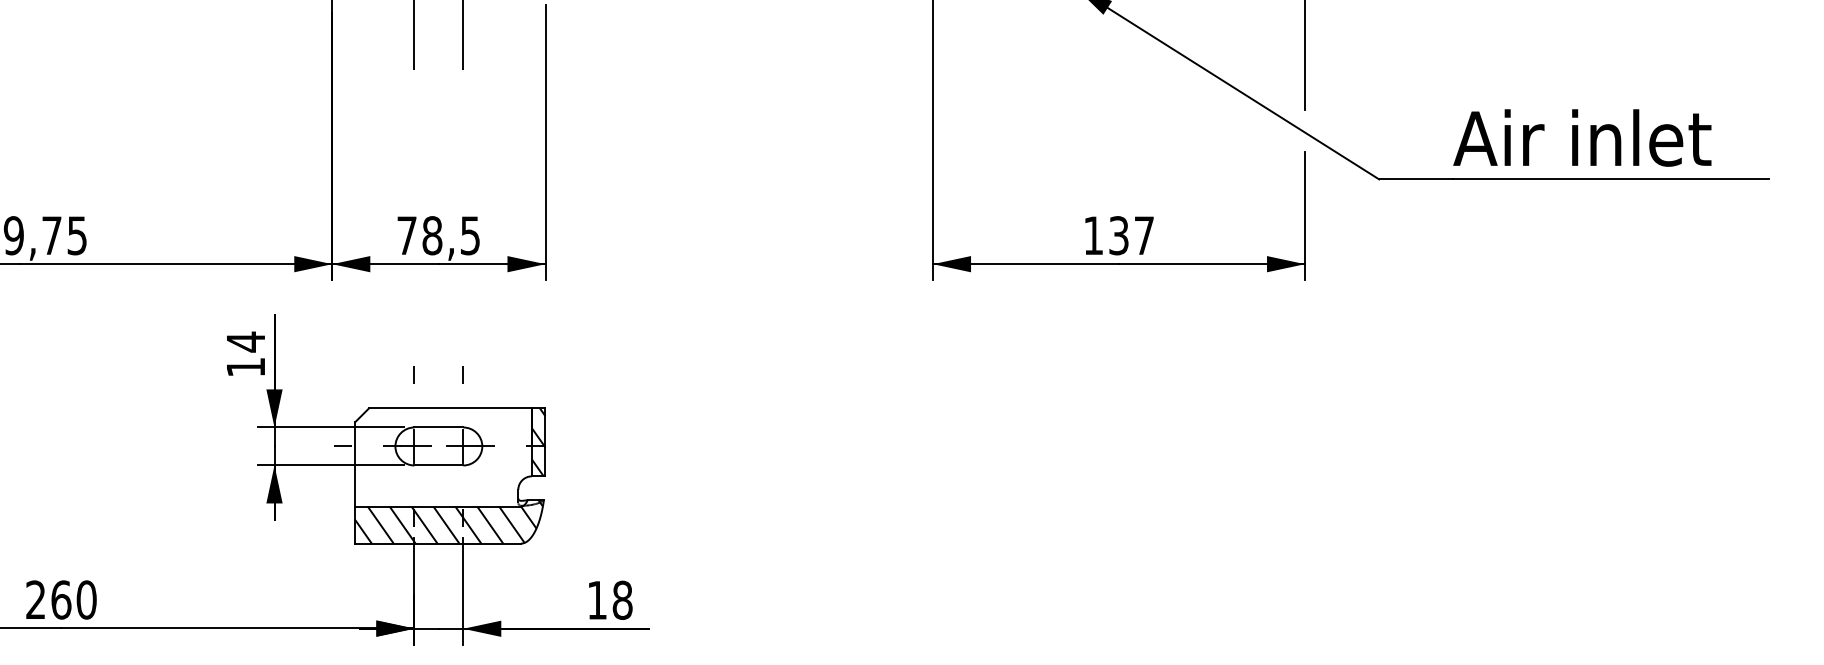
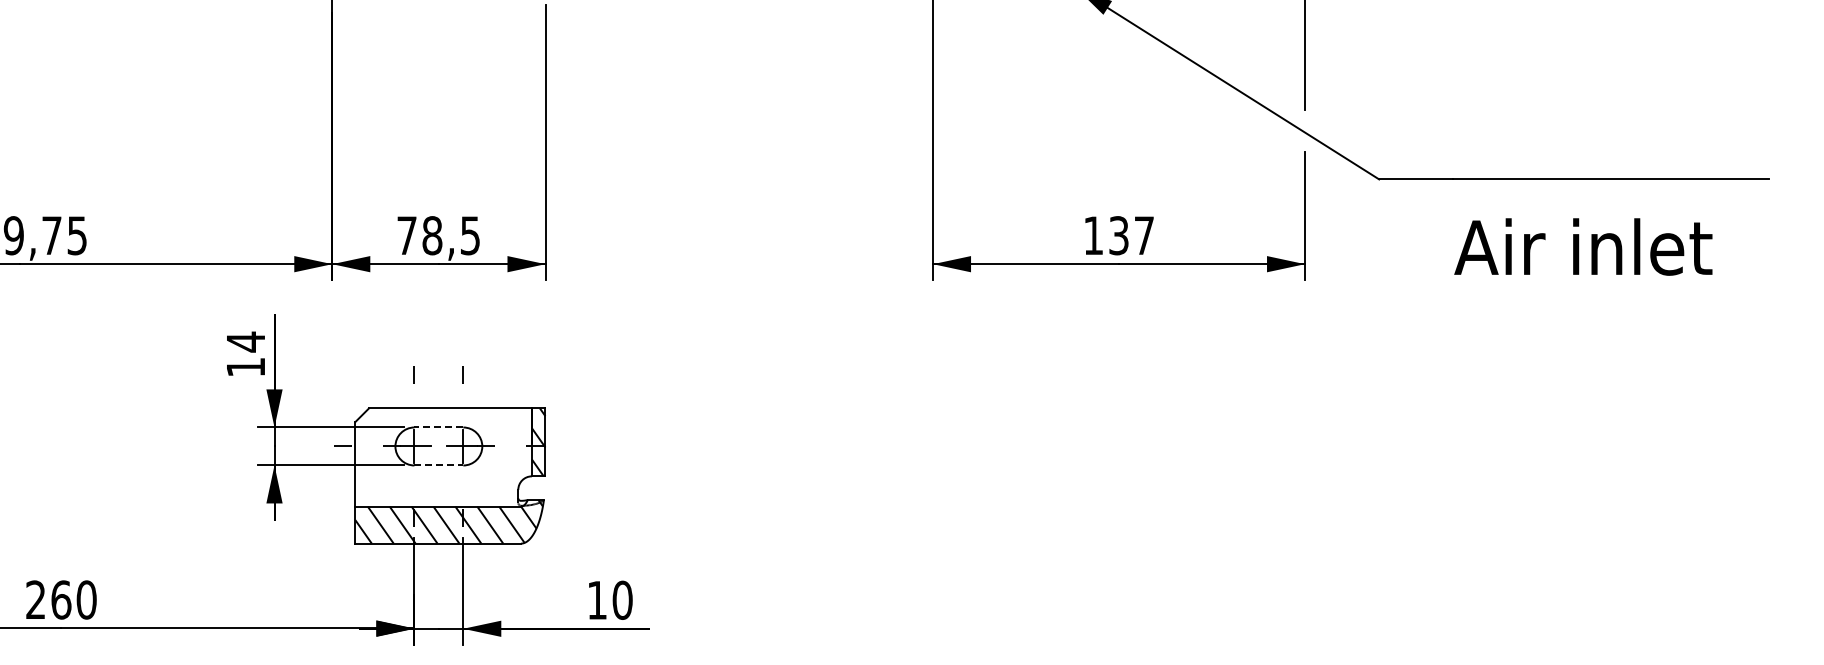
line at (414, 36): present -> none
line at (463, 36): present -> none
text at (1582, 137) position: (1582, 137) -> (1583, 246)
line at (438, 427): solid -> dashed
line at (439, 465): solid -> dashed
text at (622, 600): 18 -> 10
